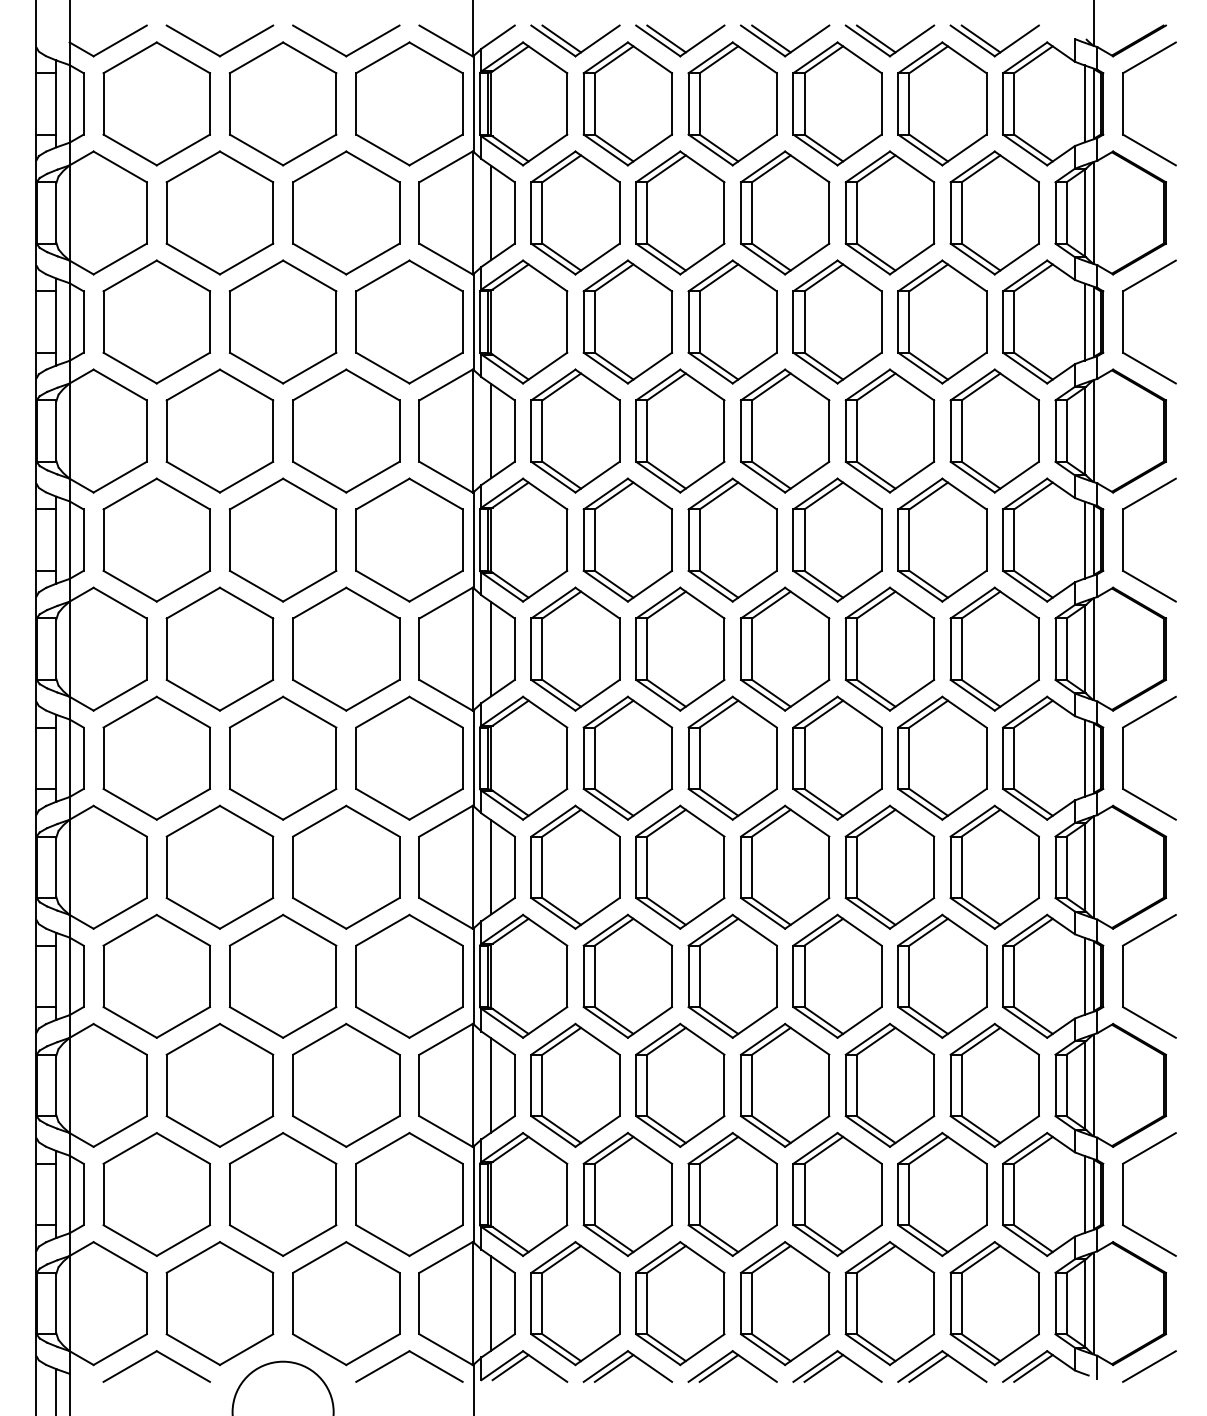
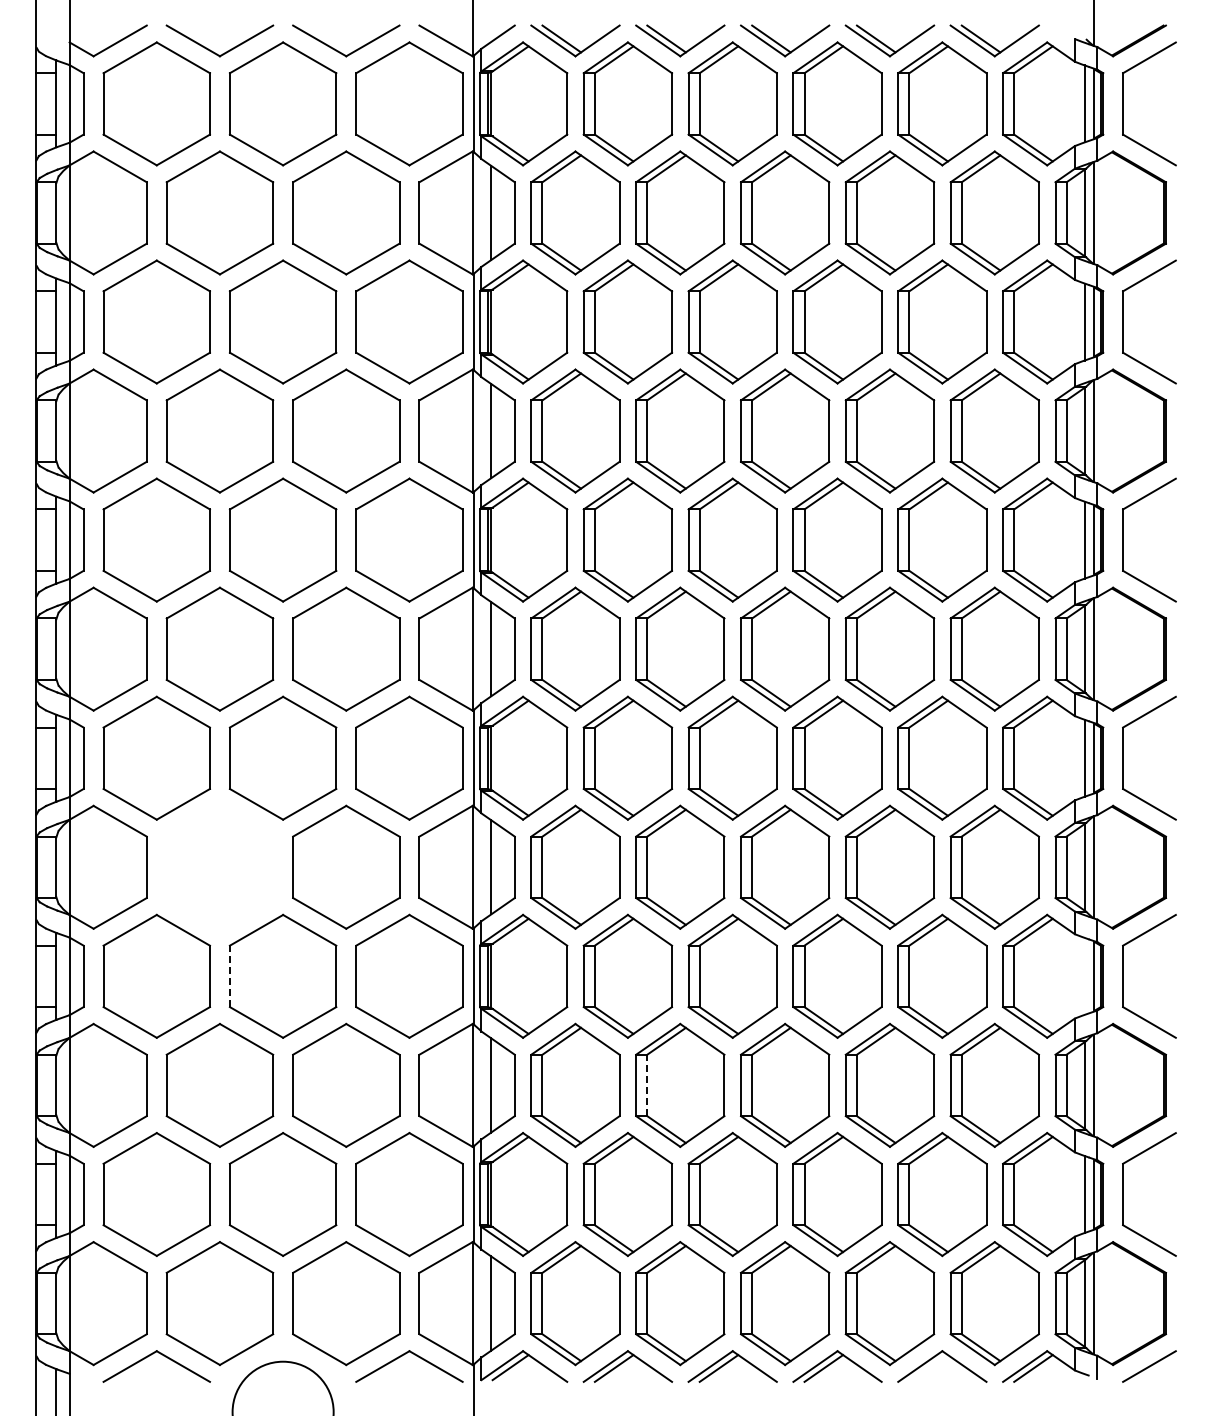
part at (219, 866): present -> none
line at (1084, 975): present -> none
line at (229, 976): solid -> dashed
line at (647, 1085): solid -> dashed
line at (928, 1368): present -> none
